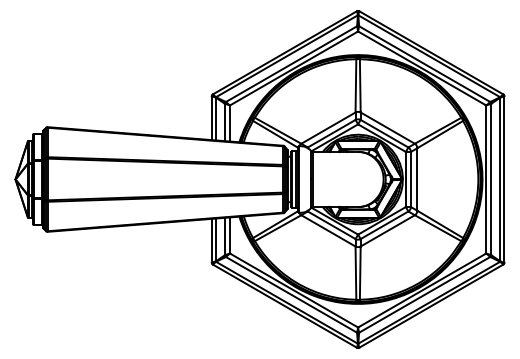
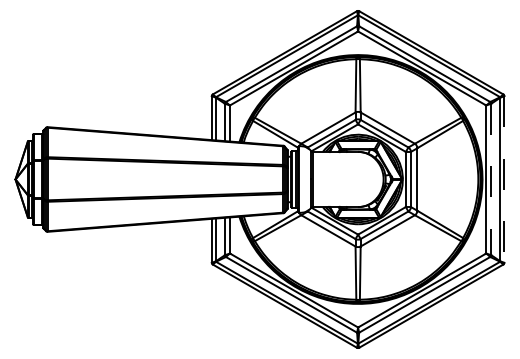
line at (491, 179): solid -> dashed
line at (504, 179): solid -> dashed
